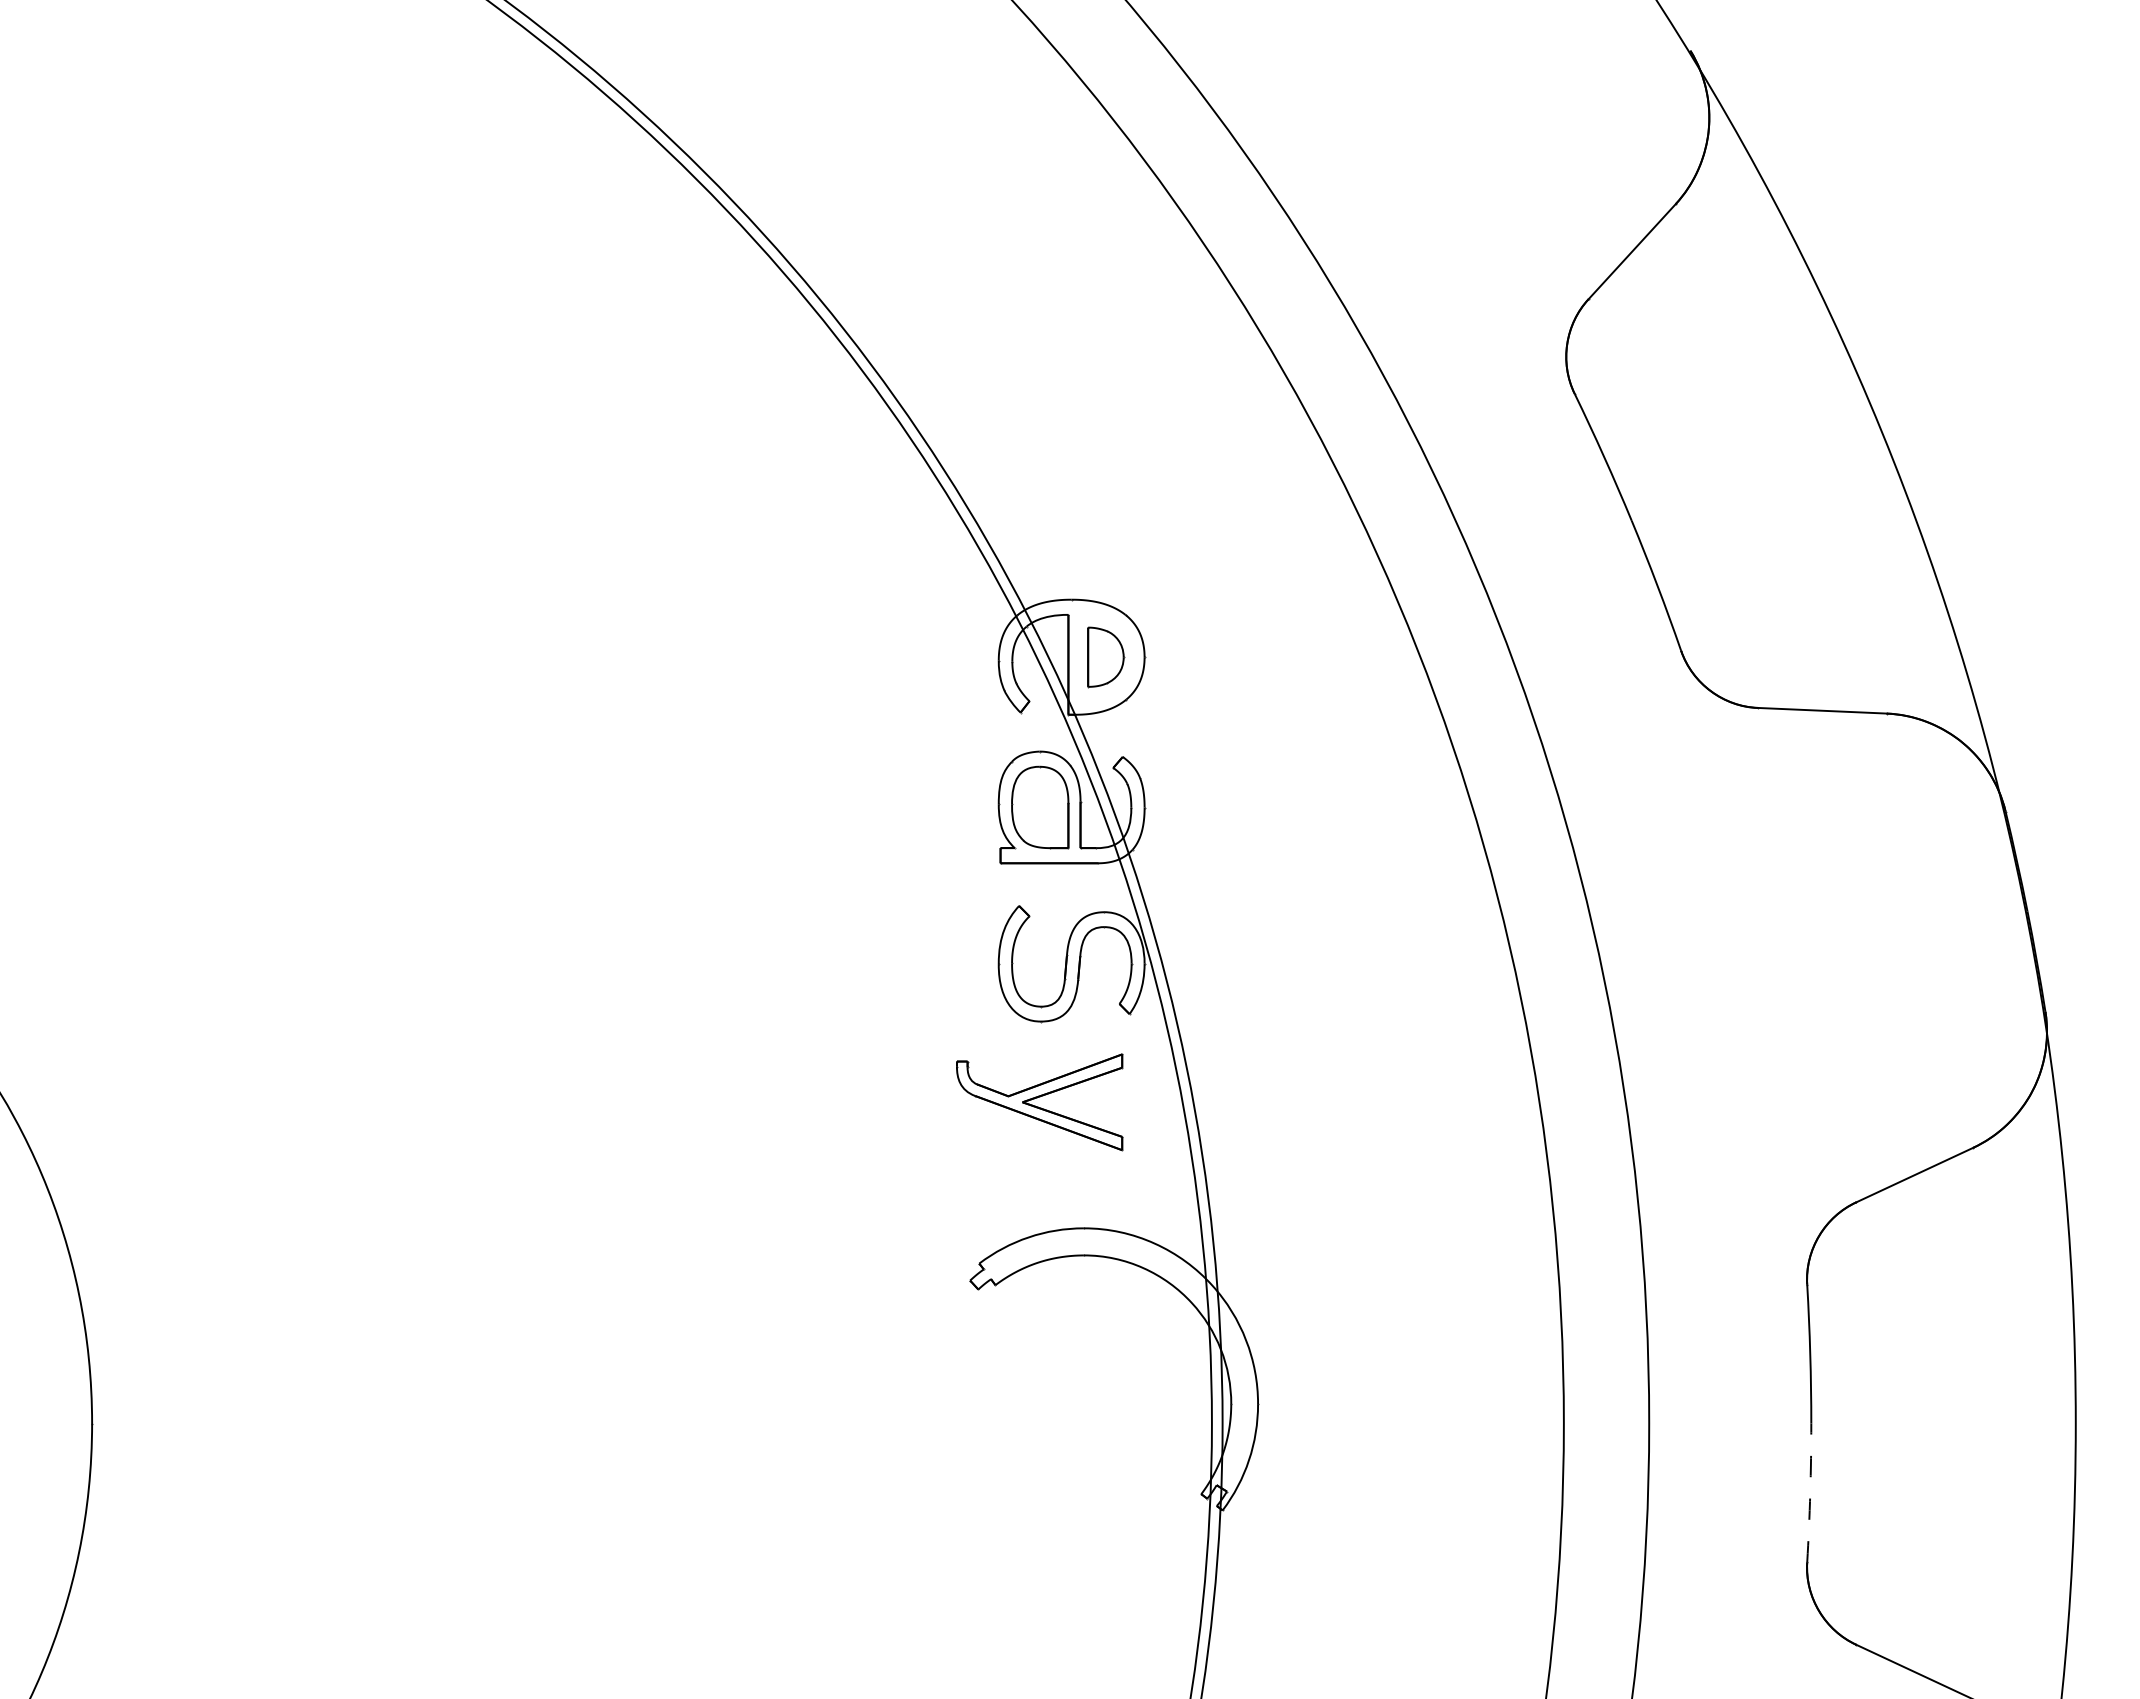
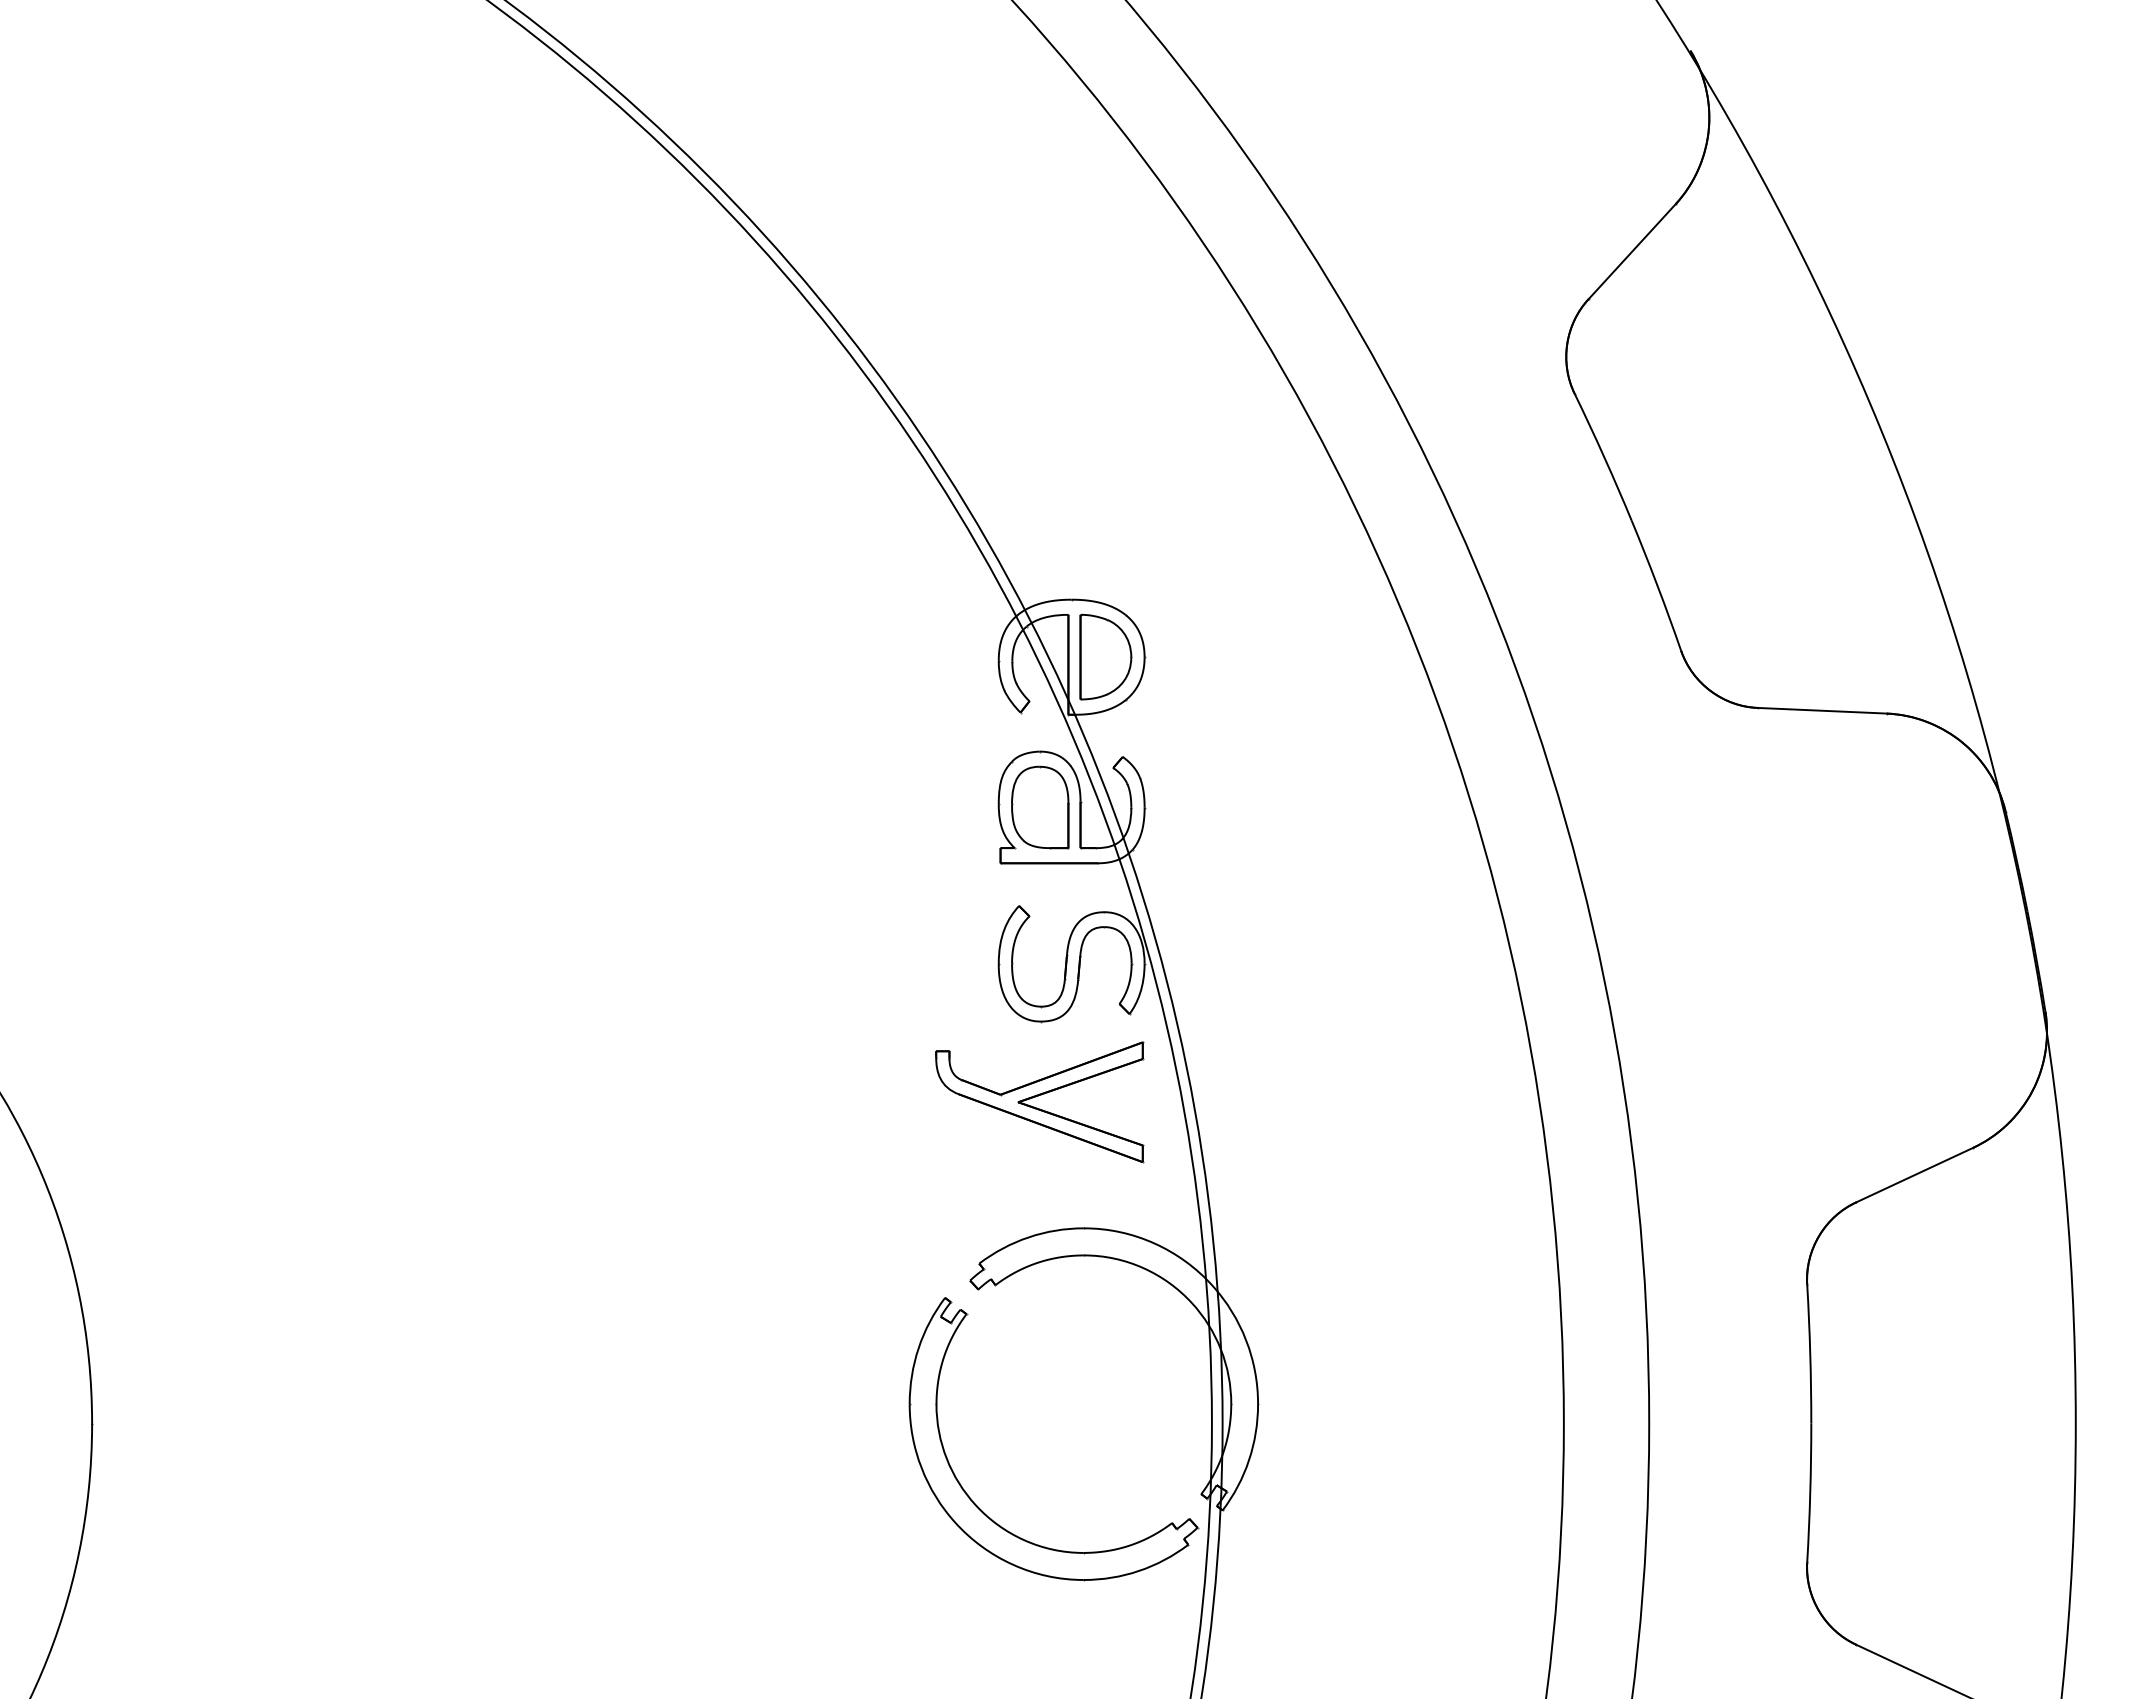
part at (1106, 657) size: 39x63 px -> 54x87 px
part at (1039, 1102) size: 168x99 px -> 210x123 px
arc at (1810, 1493): dashed -> solid
part at (982, 1510): none -> present
